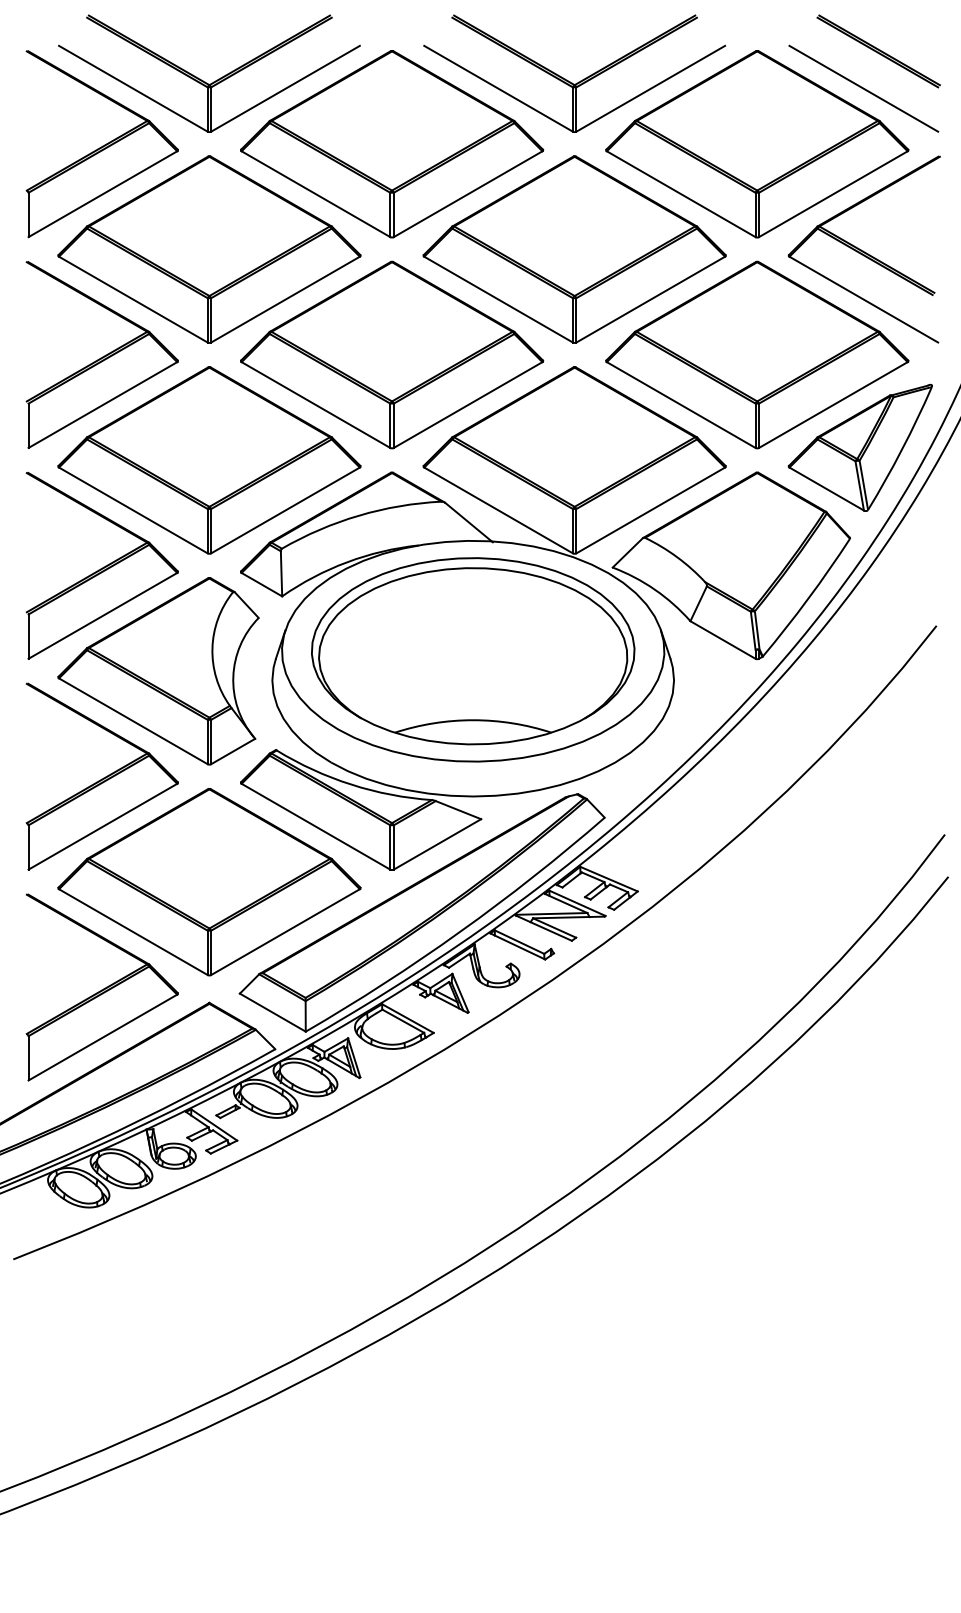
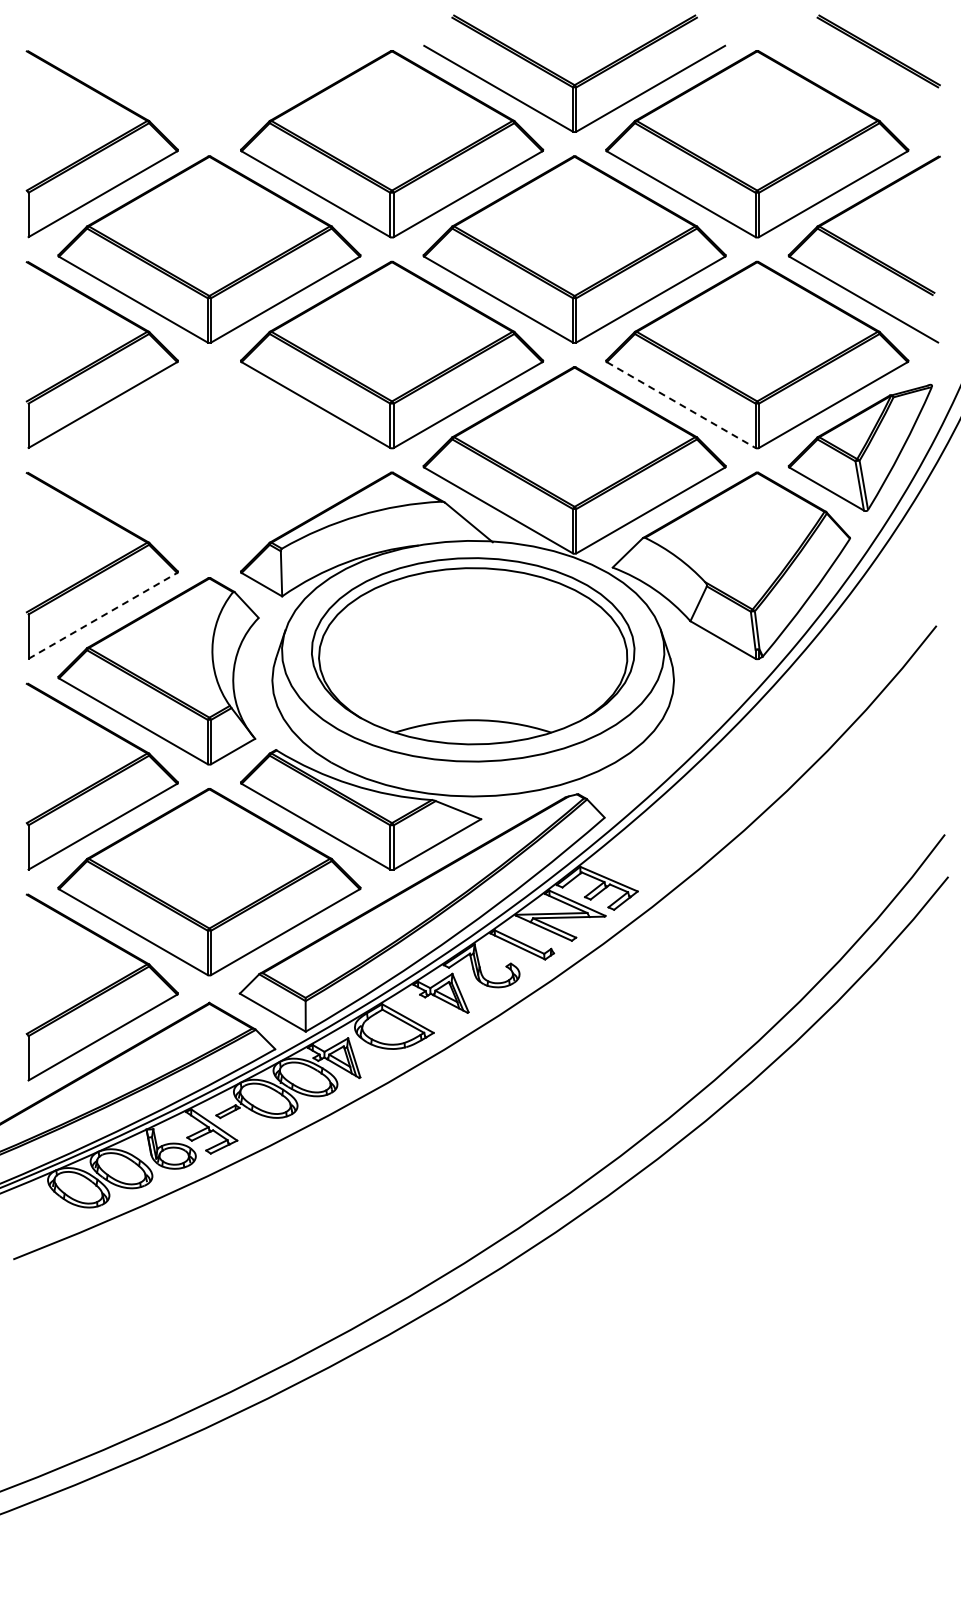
part at (205, 81): present -> none
line at (863, 88): present -> none
line at (681, 405): solid -> dashed
part at (209, 460): present -> none
line at (102, 615): solid -> dashed
